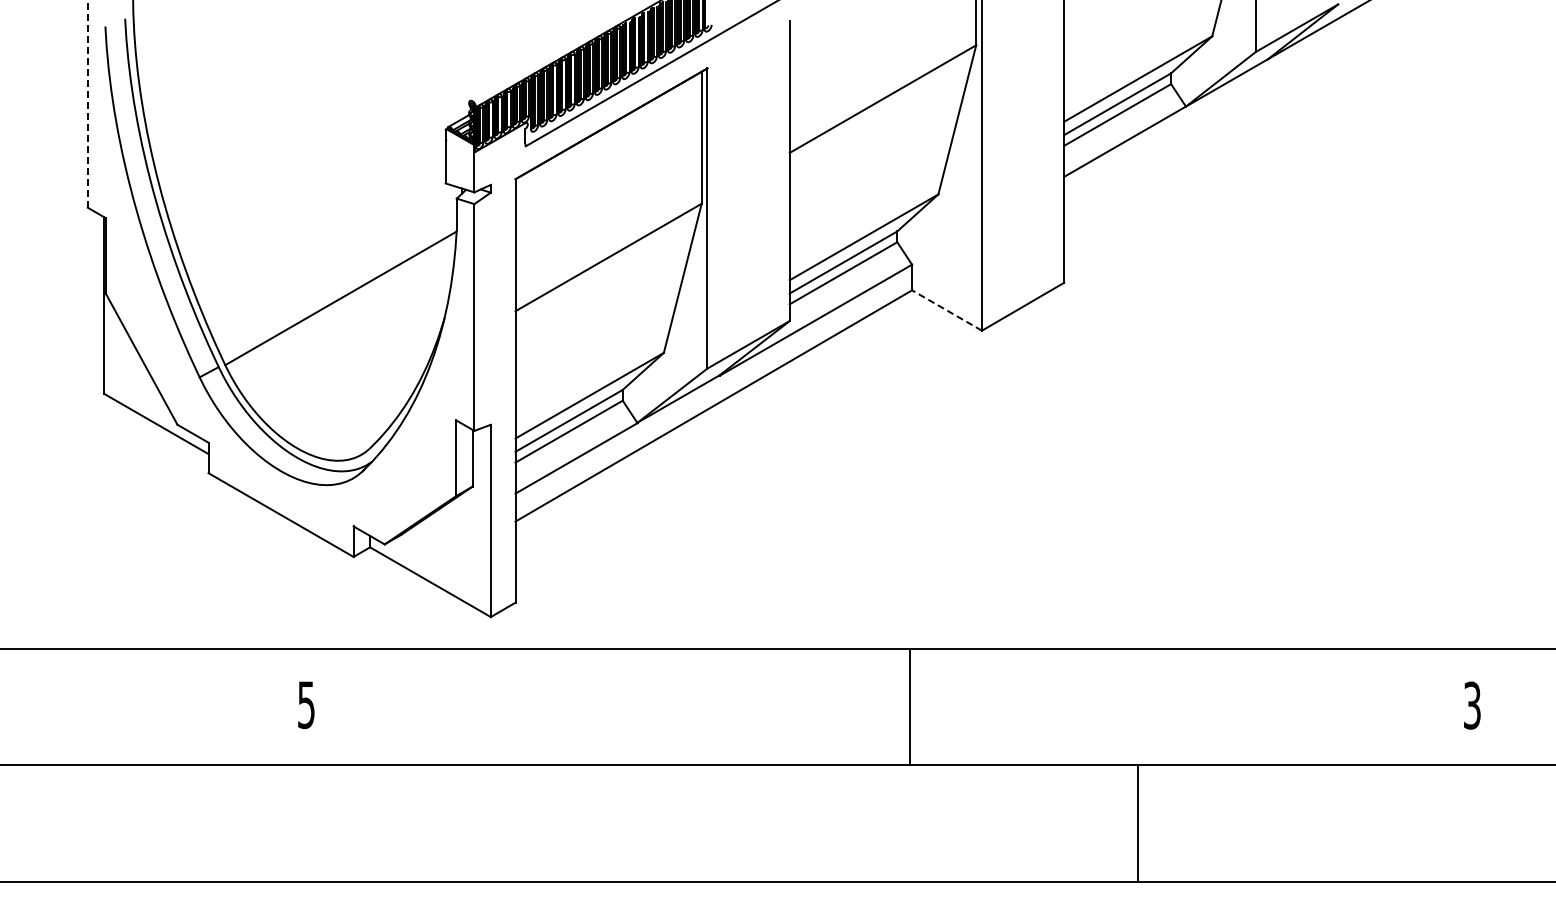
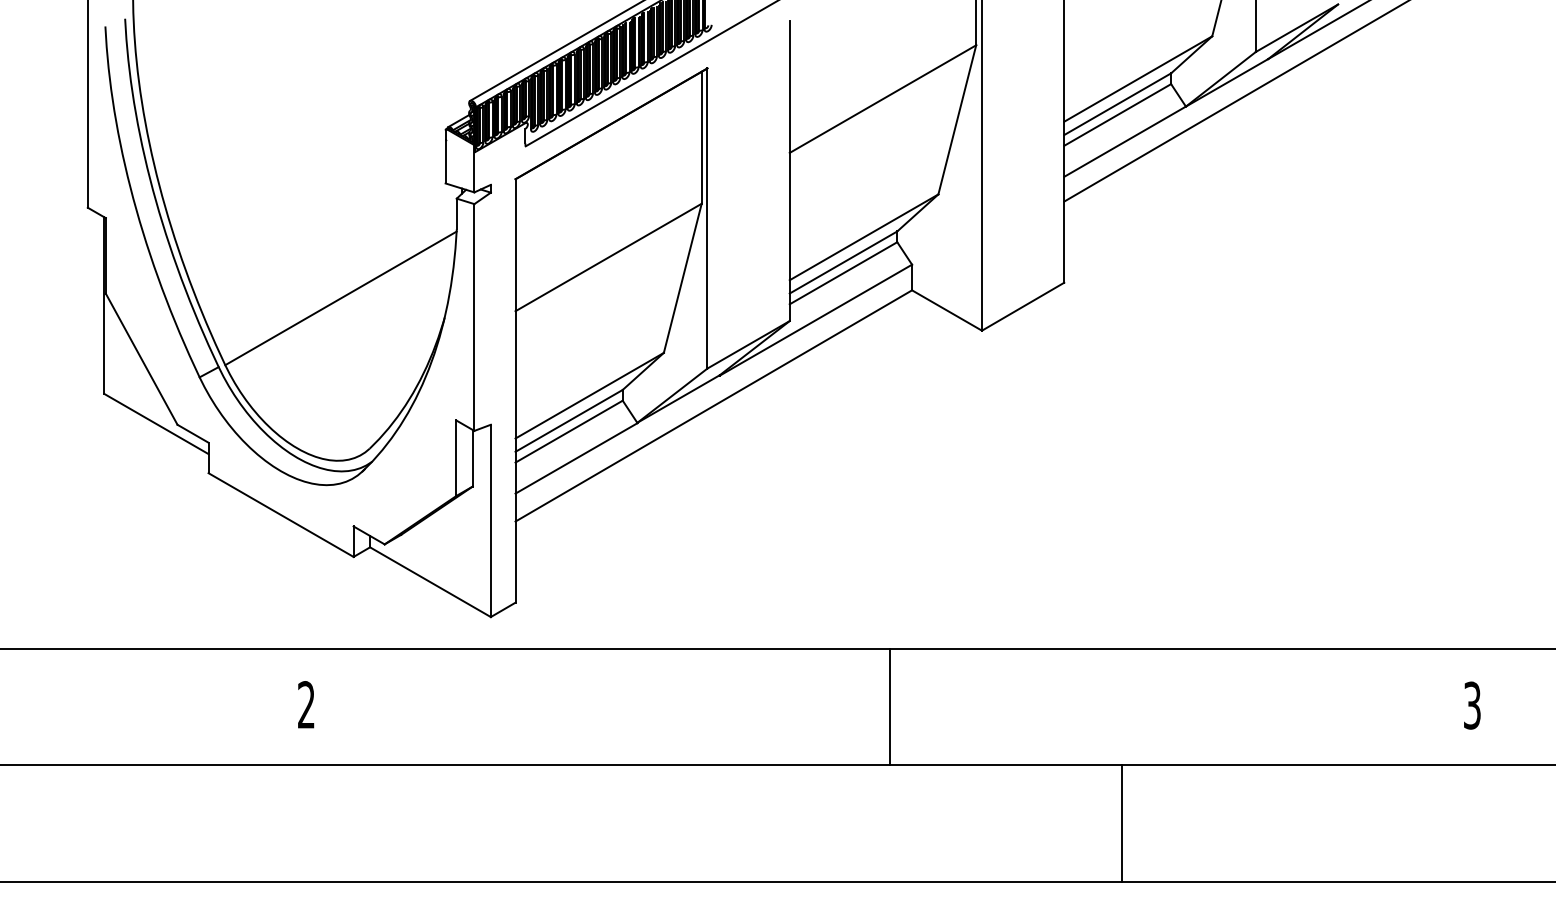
line at (555, 51): none -> present
line at (1235, 101): none -> present
line at (87, 104): dashed -> solid
line at (946, 310): dashed -> solid
text at (306, 705): 5 -> 2
line at (909, 706) position: (909, 706) -> (889, 706)
line at (1138, 823) position: (1138, 823) -> (1122, 823)
